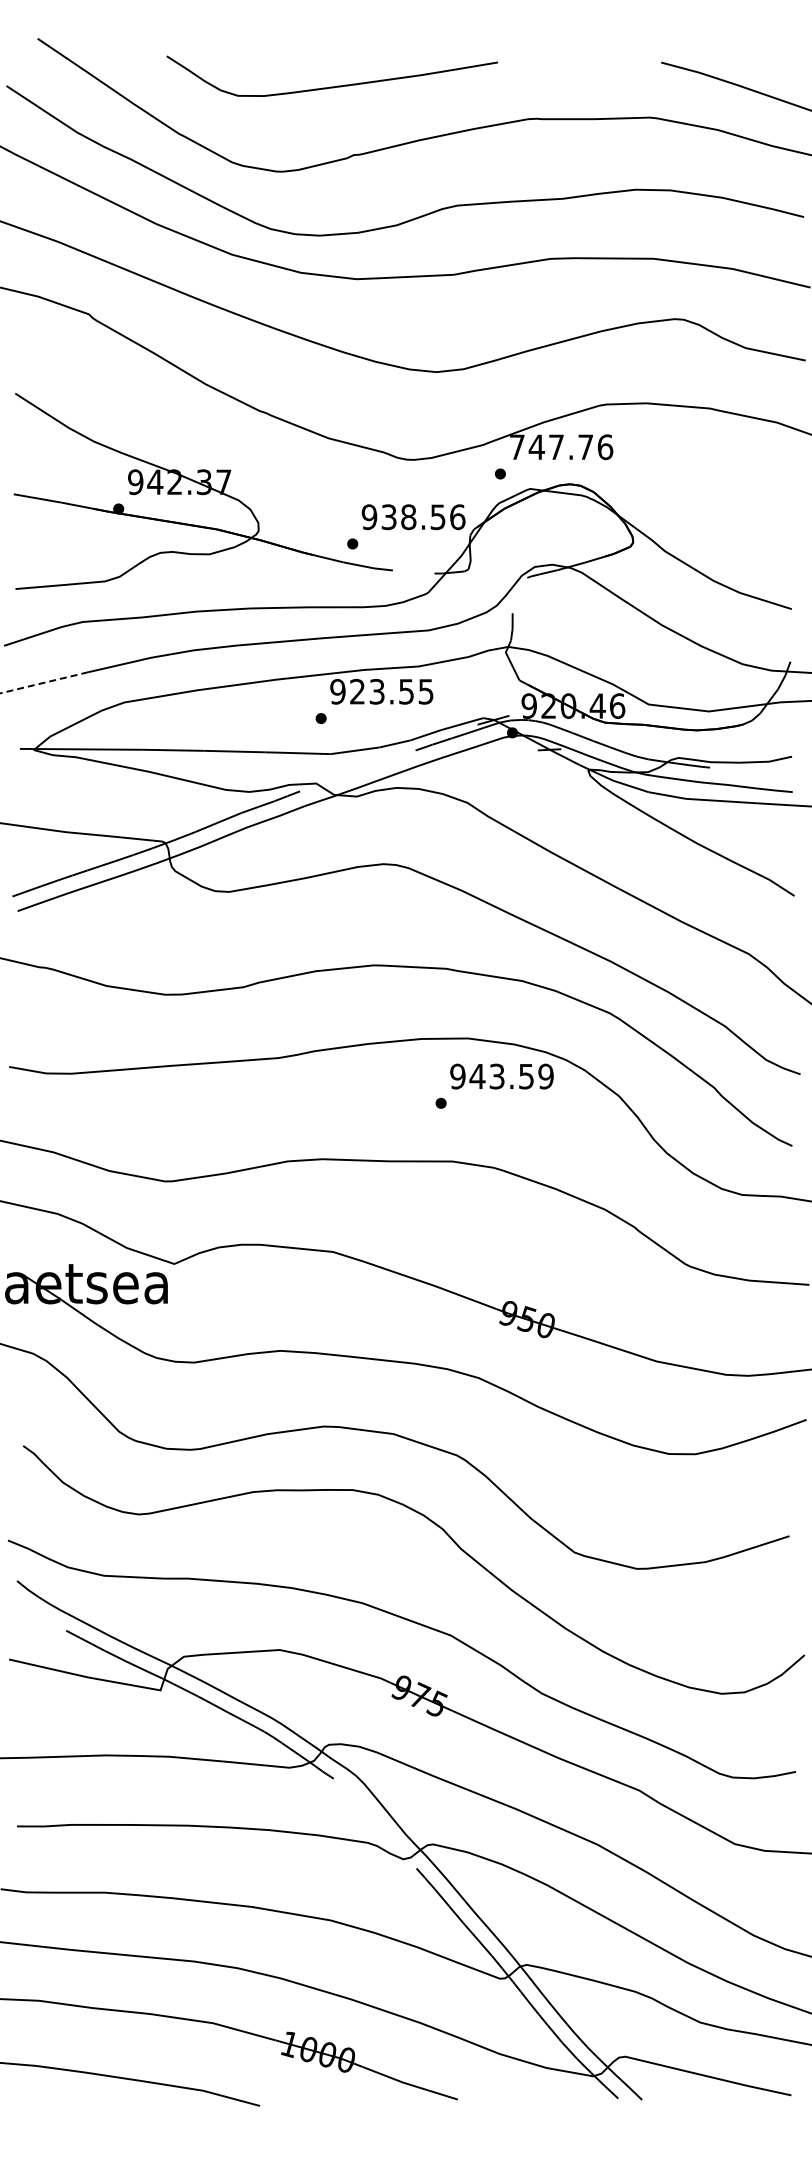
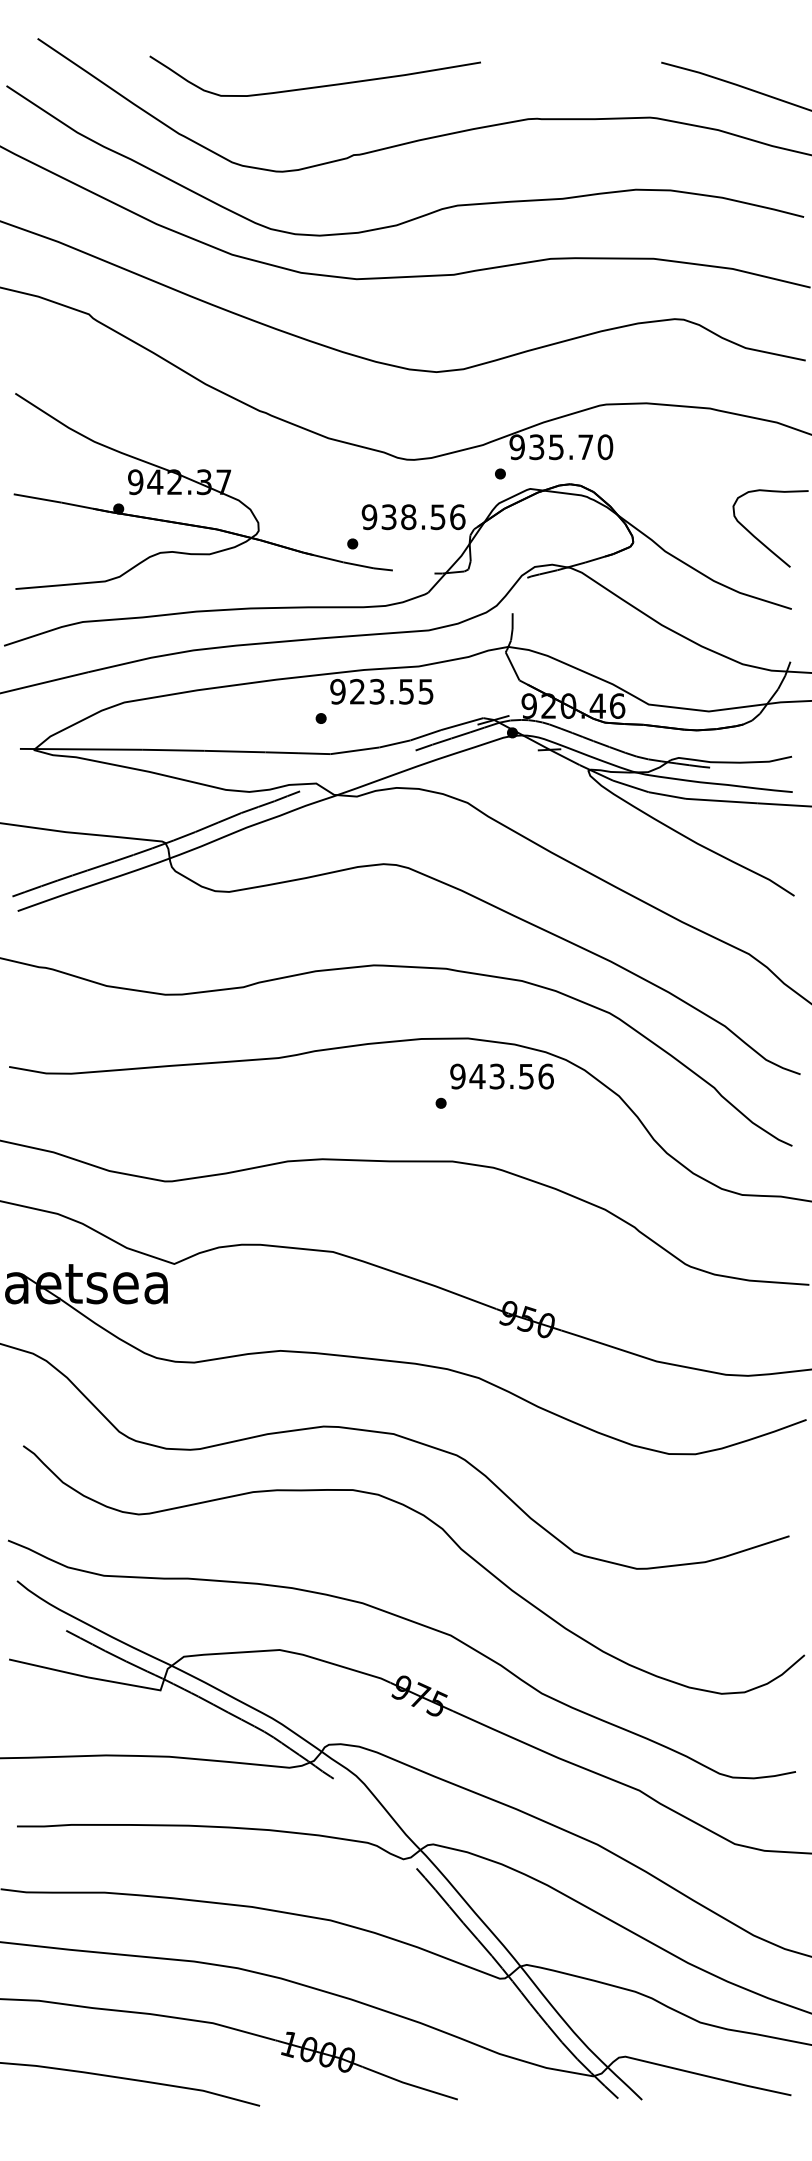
curve at (331, 86) position: (331, 86) -> (314, 86)
text at (561, 447): 747.76 -> 935.70
curve at (759, 539): none -> present
line at (43, 682): dashed -> solid
text at (545, 1076): 943.59 -> 943.56
